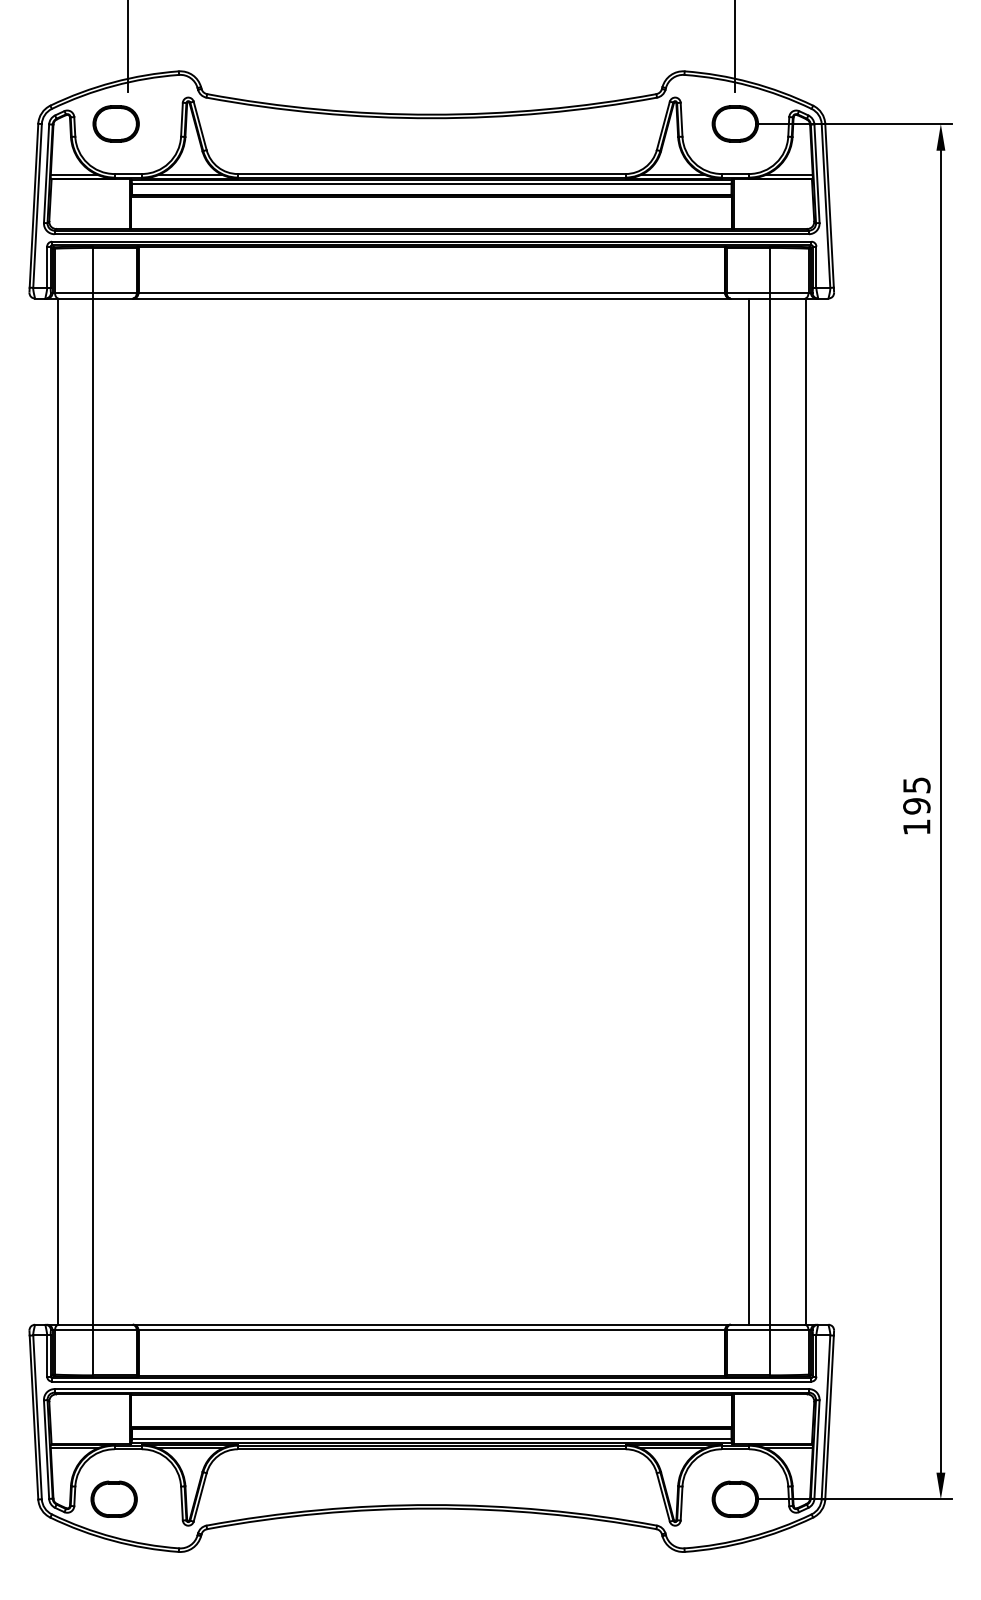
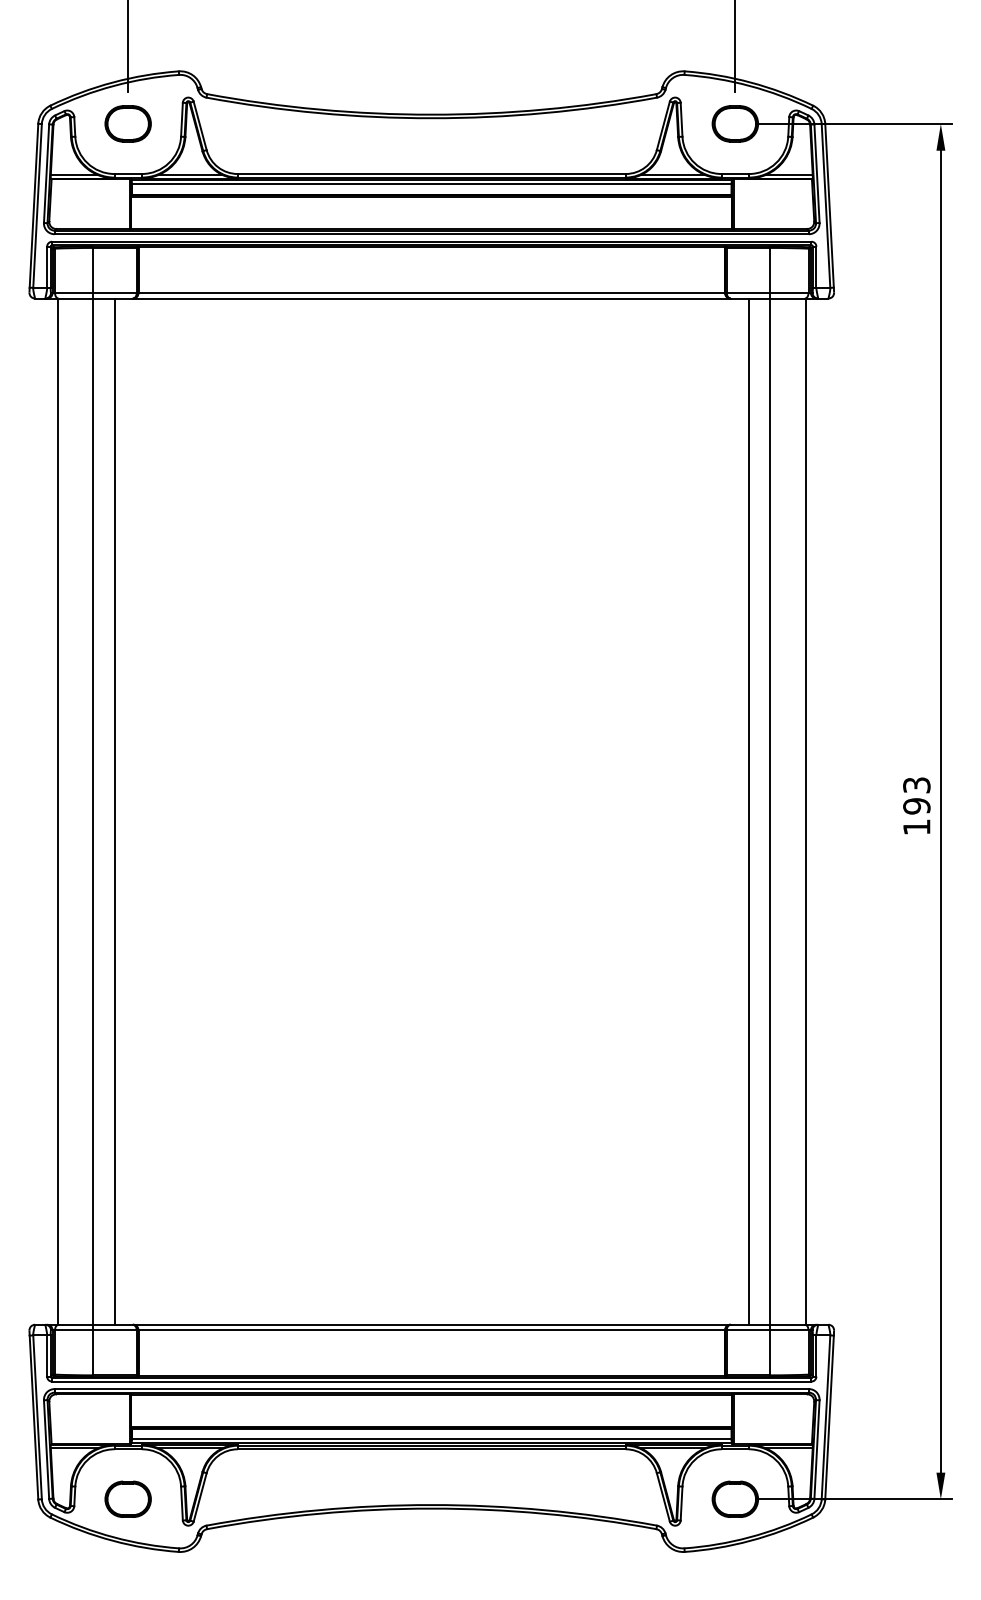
part at (115, 123) position: (115, 123) -> (127, 123)
text at (916, 784): 195 -> 193
line at (114, 811): none -> present
part at (113, 1498) position: (113, 1498) -> (127, 1498)
